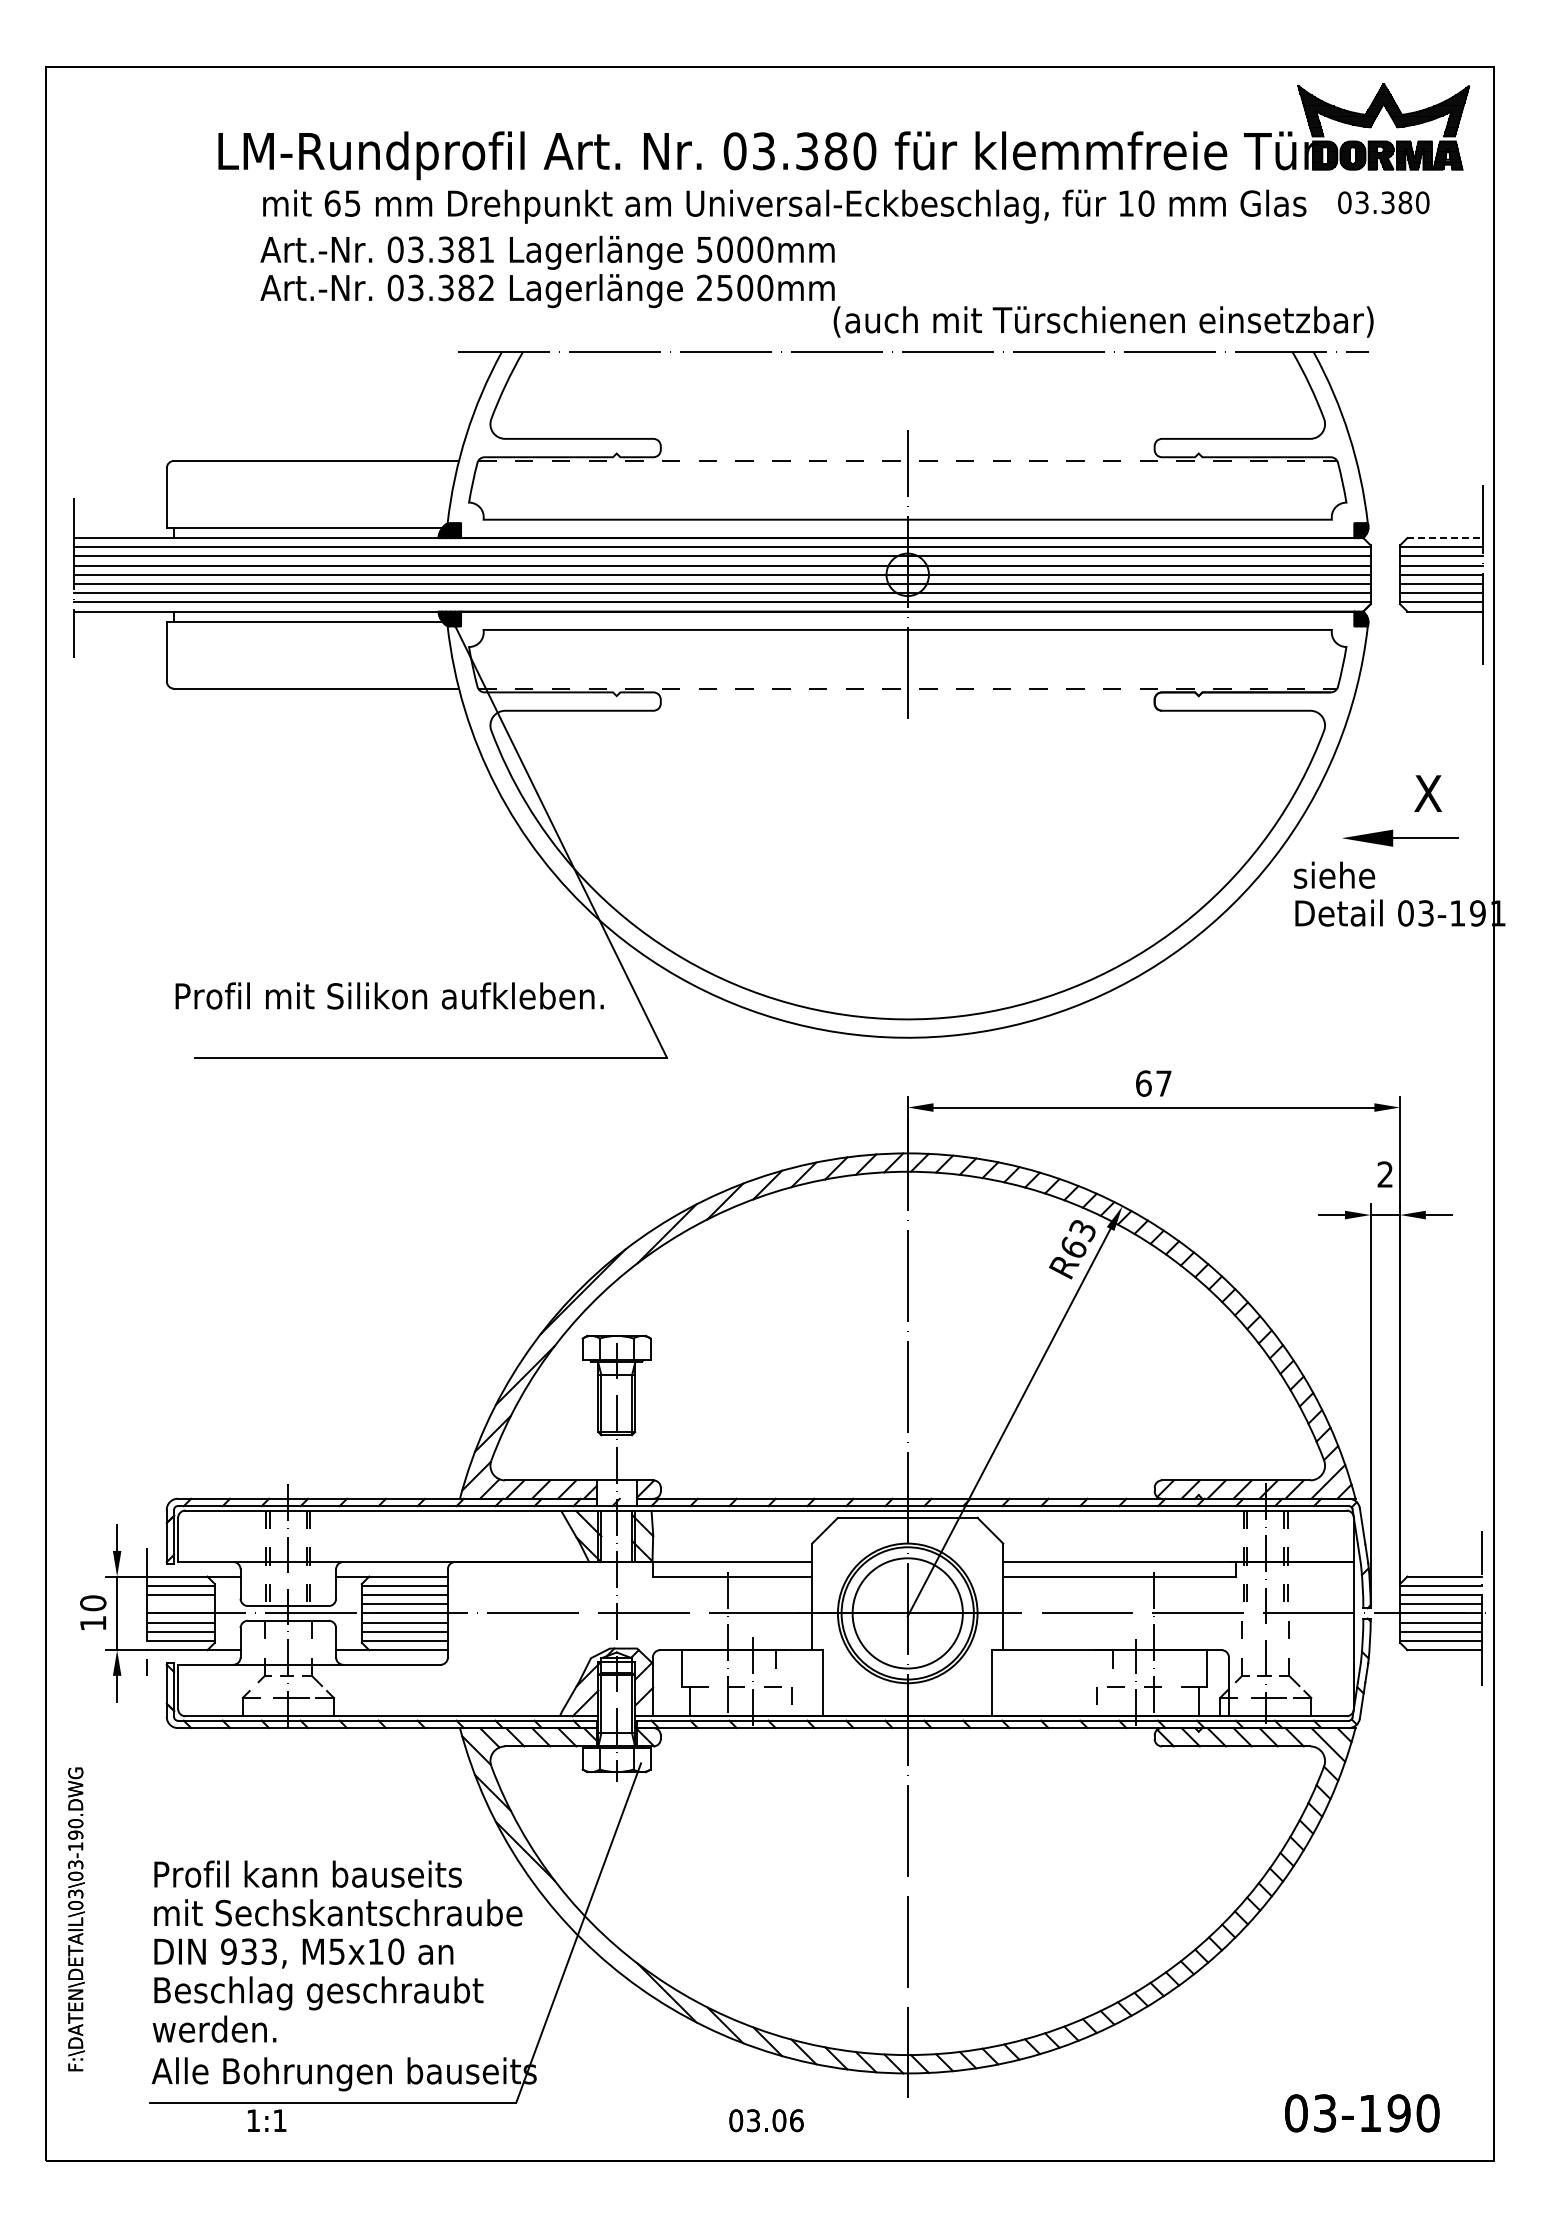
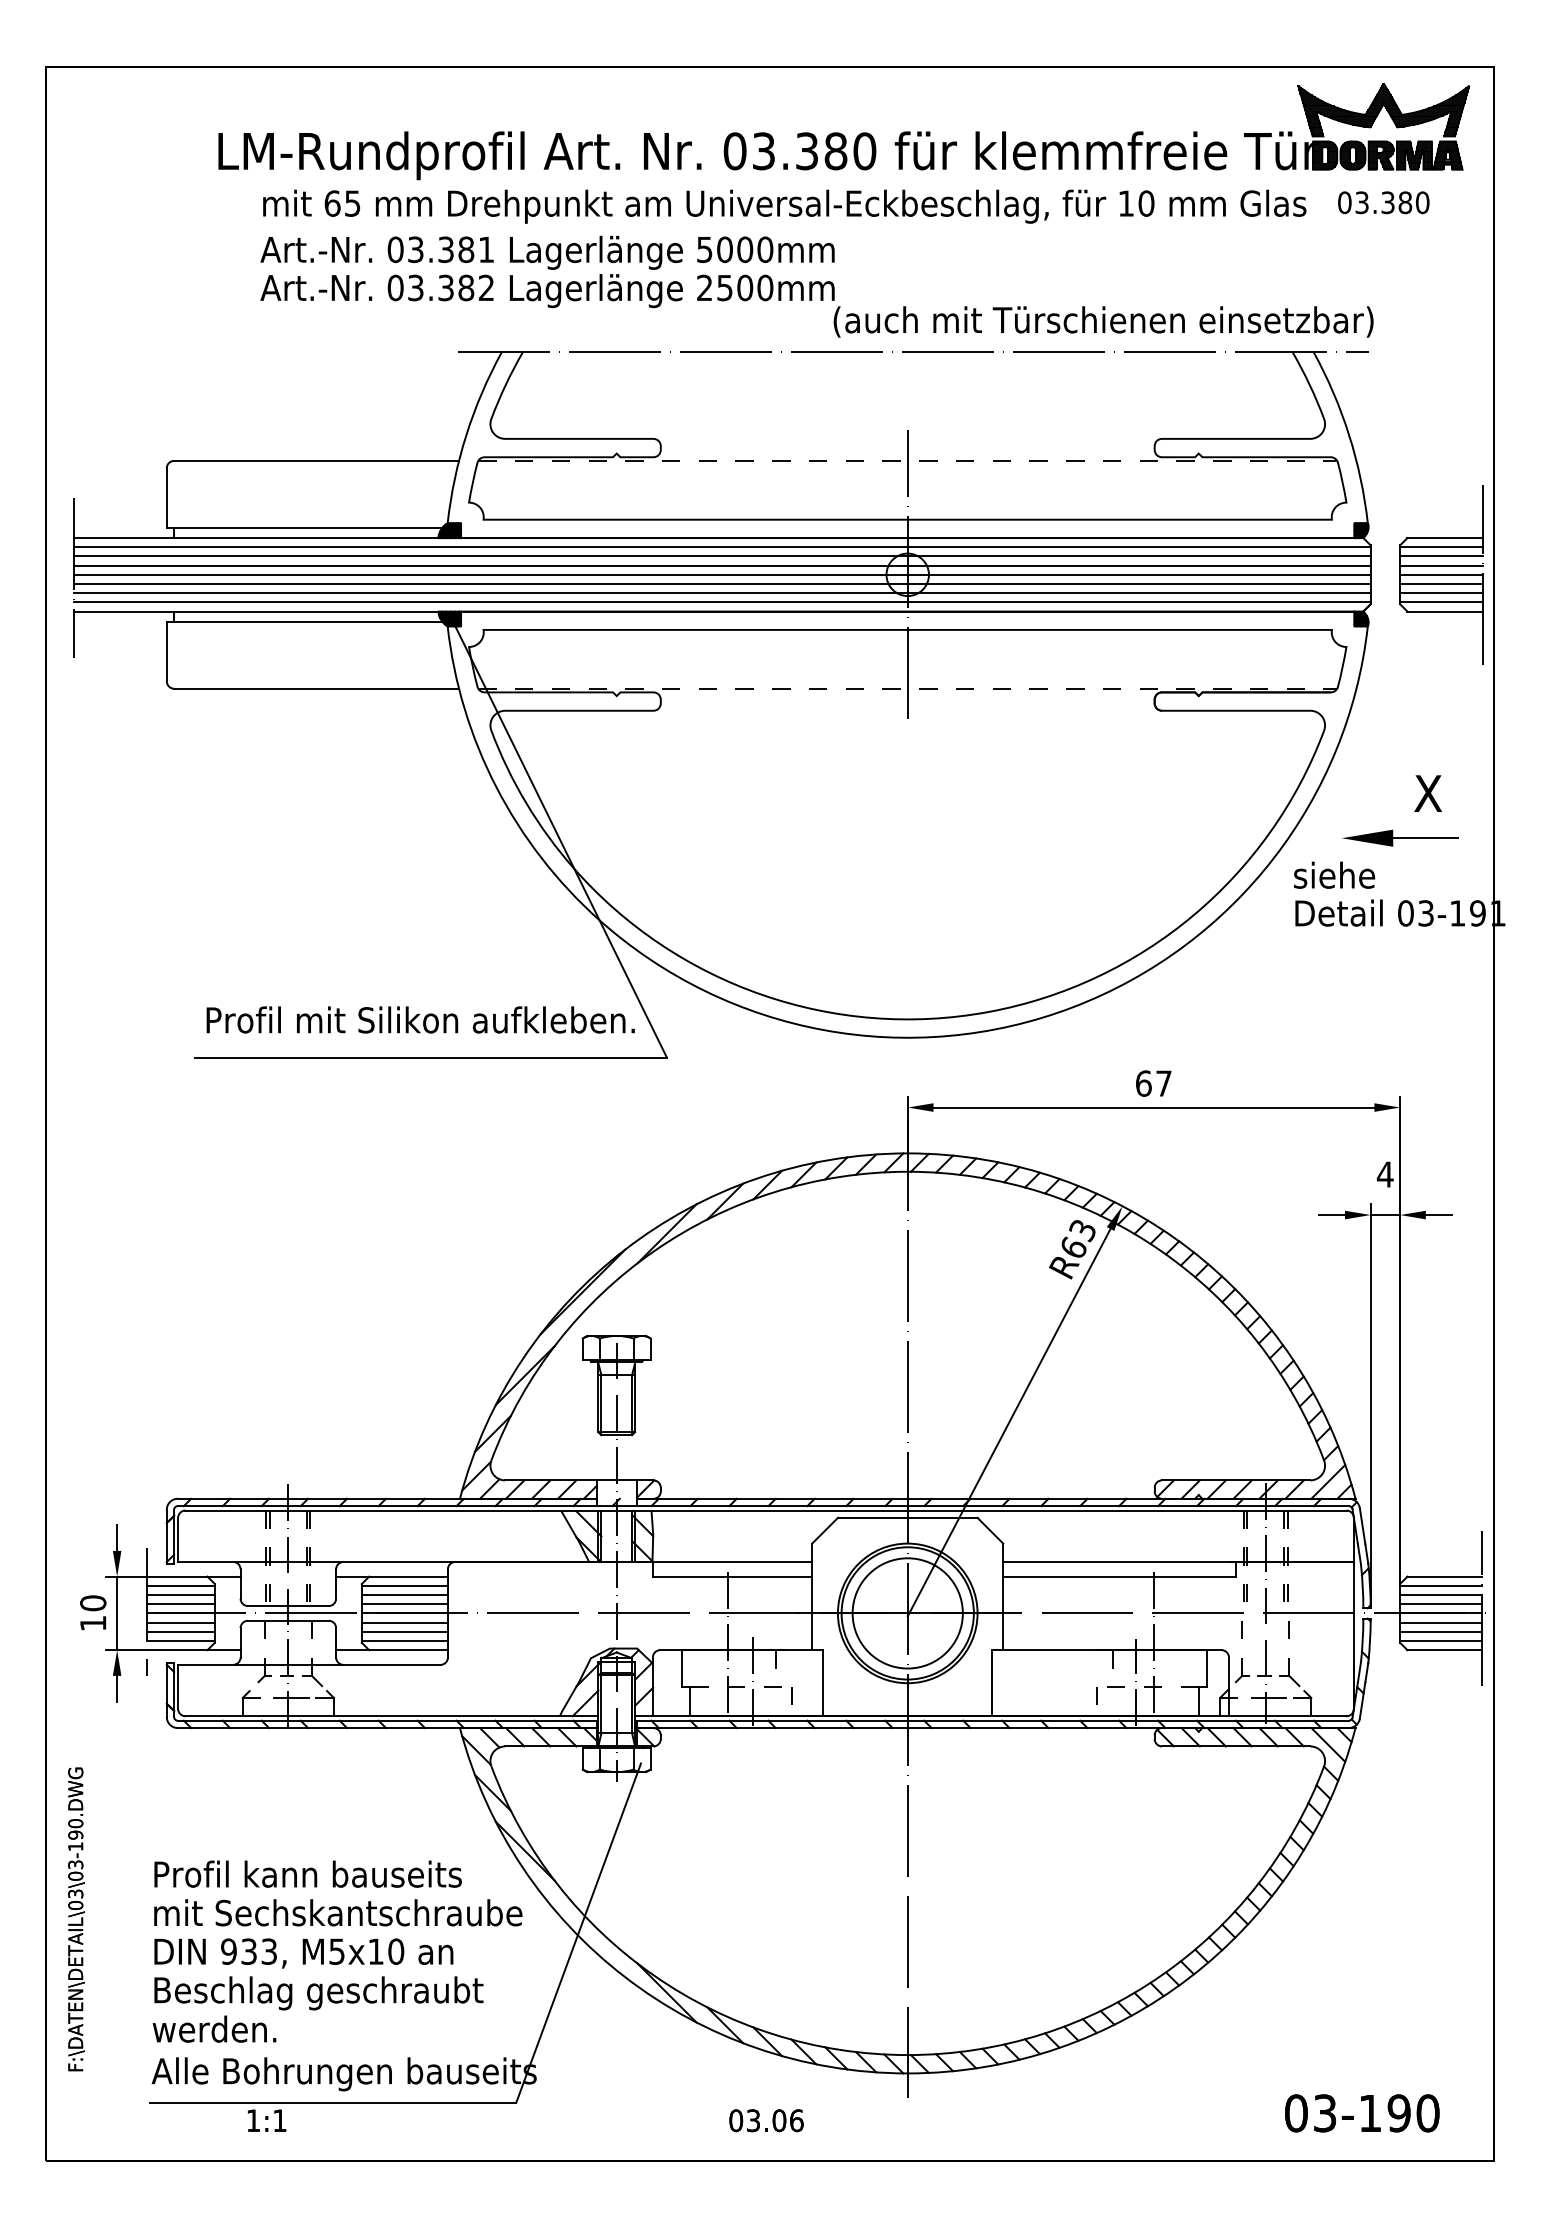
line at (1445, 538): dashed -> solid
text at (389, 995) position: (389, 995) -> (420, 1019)
text at (1384, 1174): 2 -> 4
line at (180, 1604): none -> present
